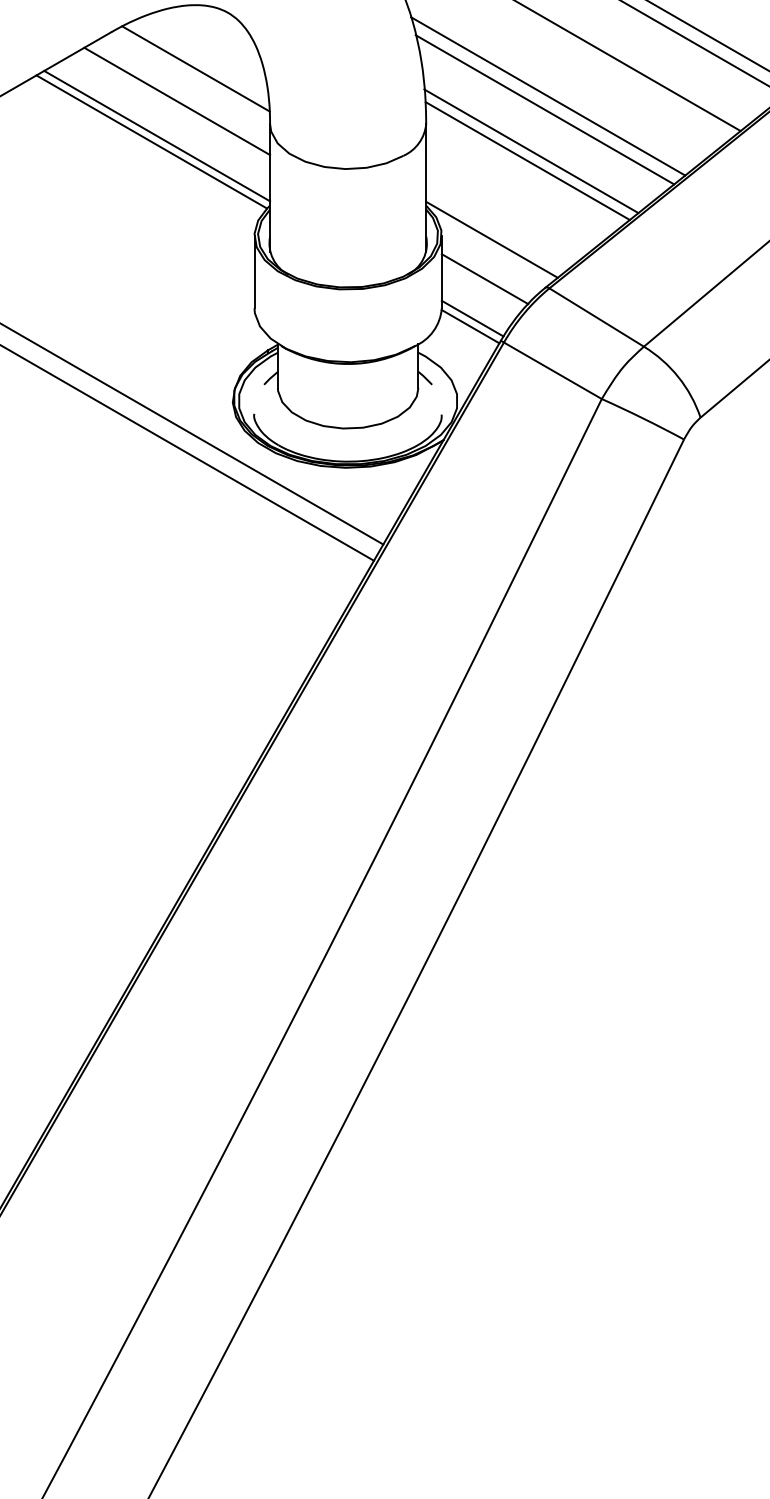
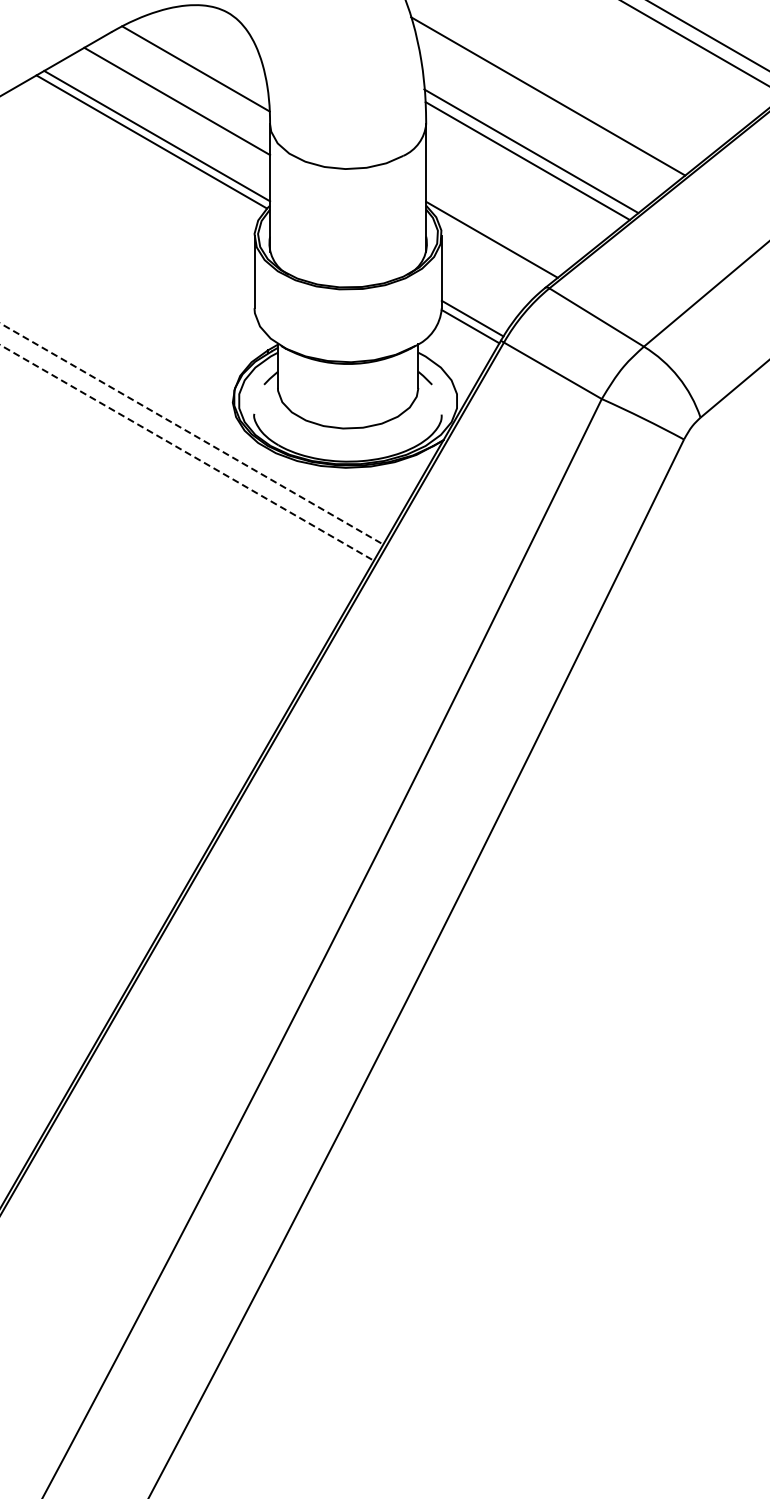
line at (628, 66): present -> none
line at (544, 109): present -> none
line at (484, 279): present -> none
line at (192, 434): solid -> dashed
line at (187, 452): solid -> dashed
